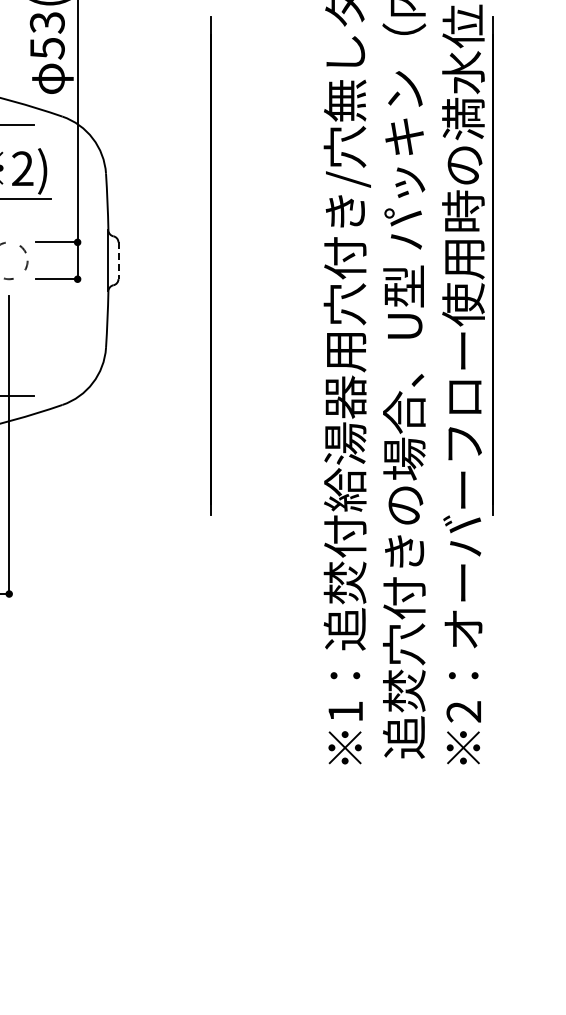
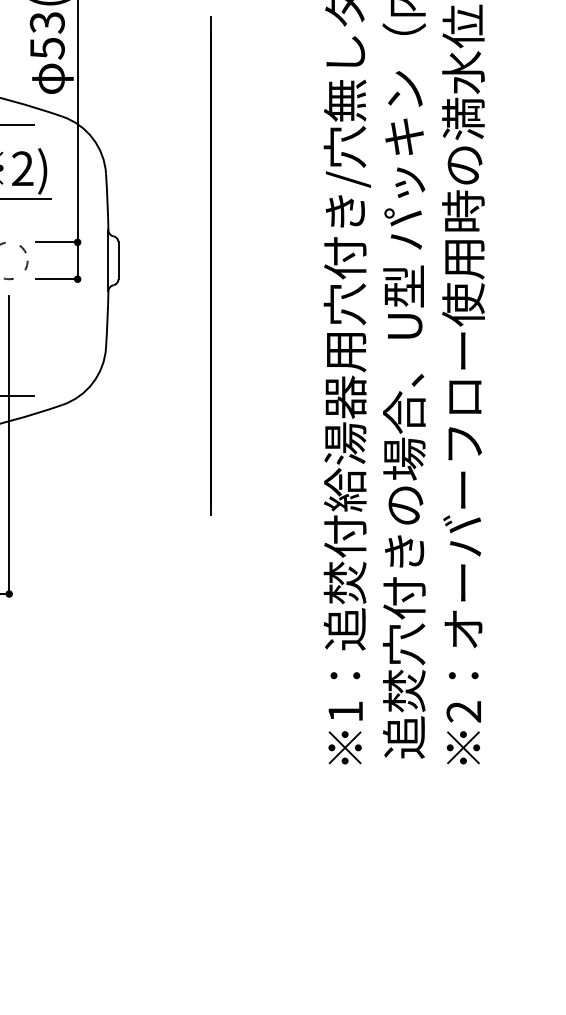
line at (118, 261): dashed -> solid
line at (492, 265): present -> none
